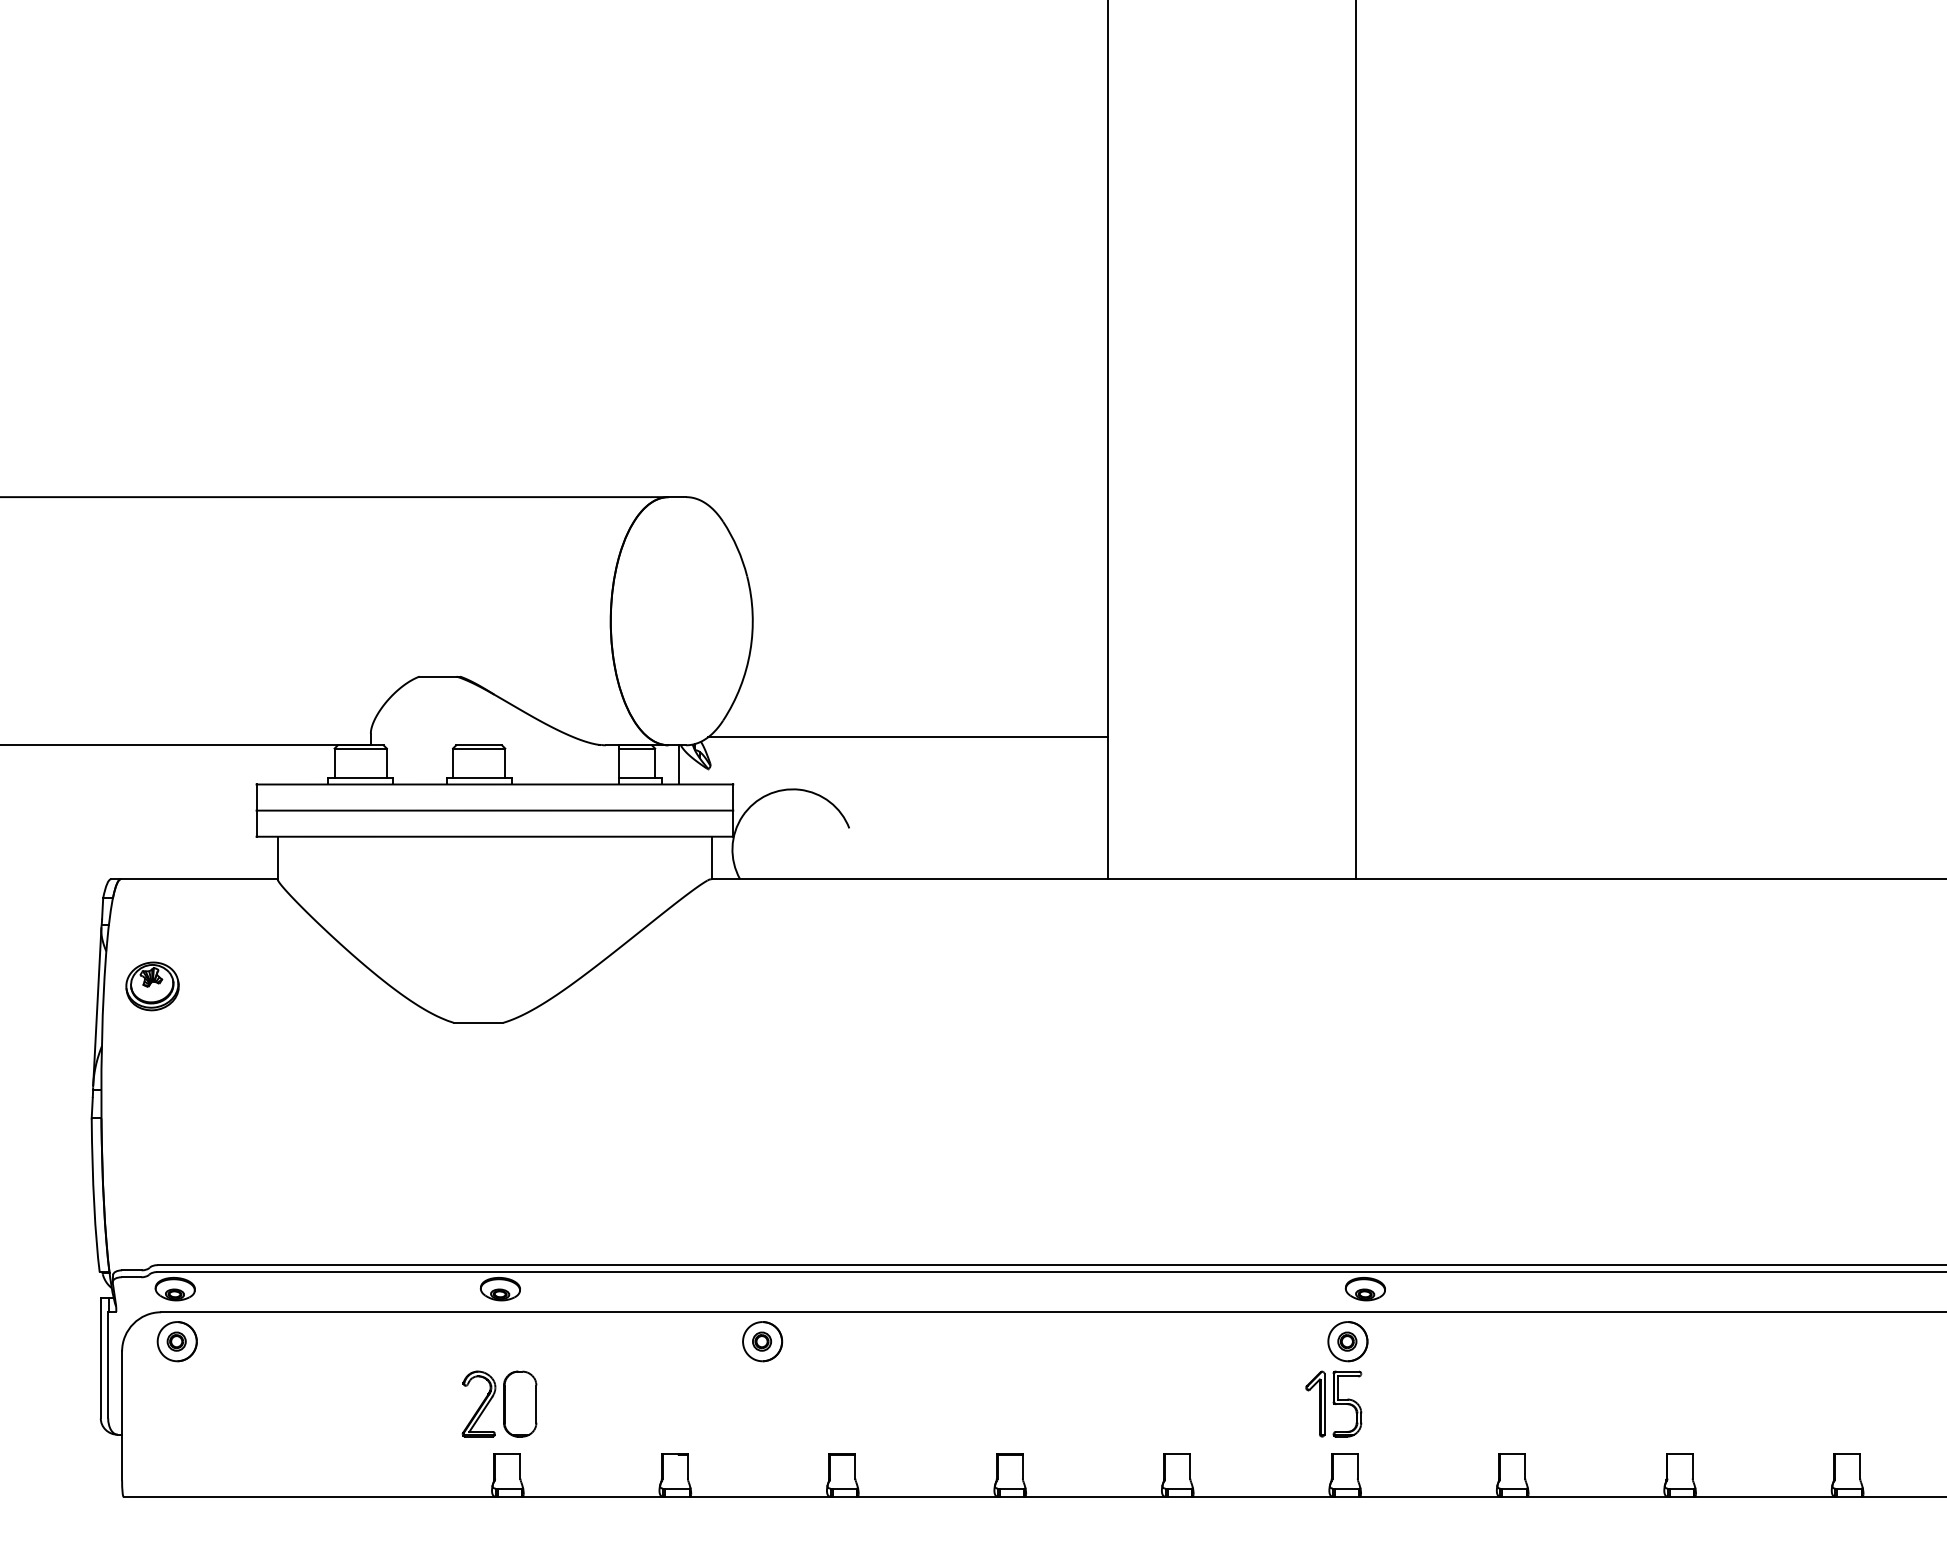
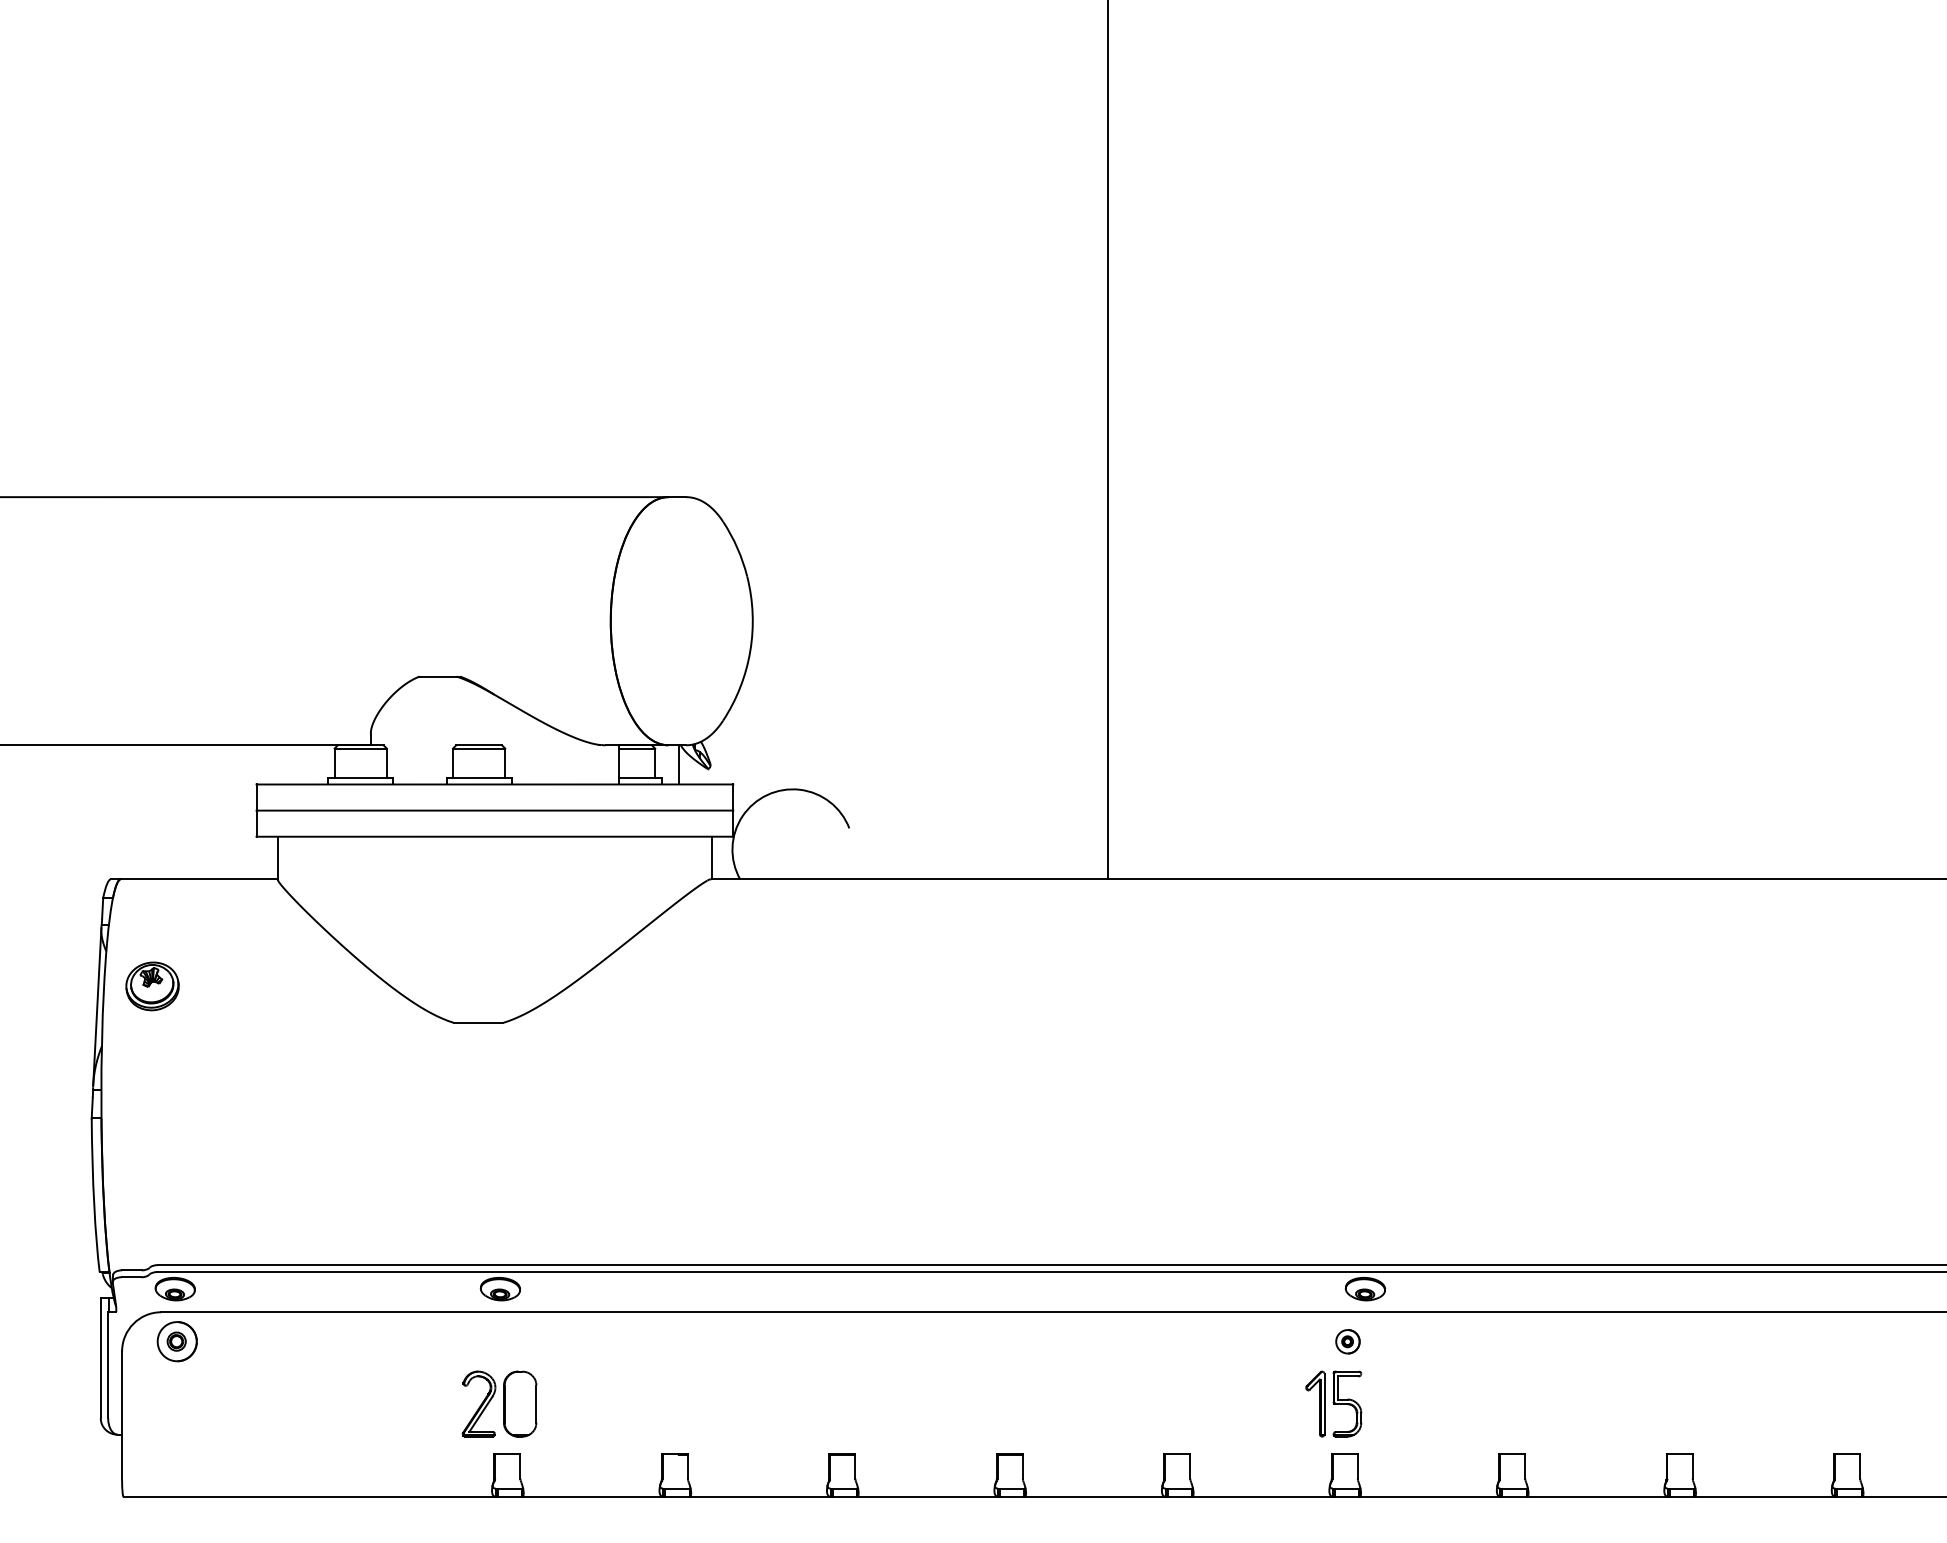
line at (1356, 440): present -> none
line at (908, 737): present -> none
part at (762, 1341): present -> none
part at (1347, 1341) size: 42x42 px -> 26x26 px
